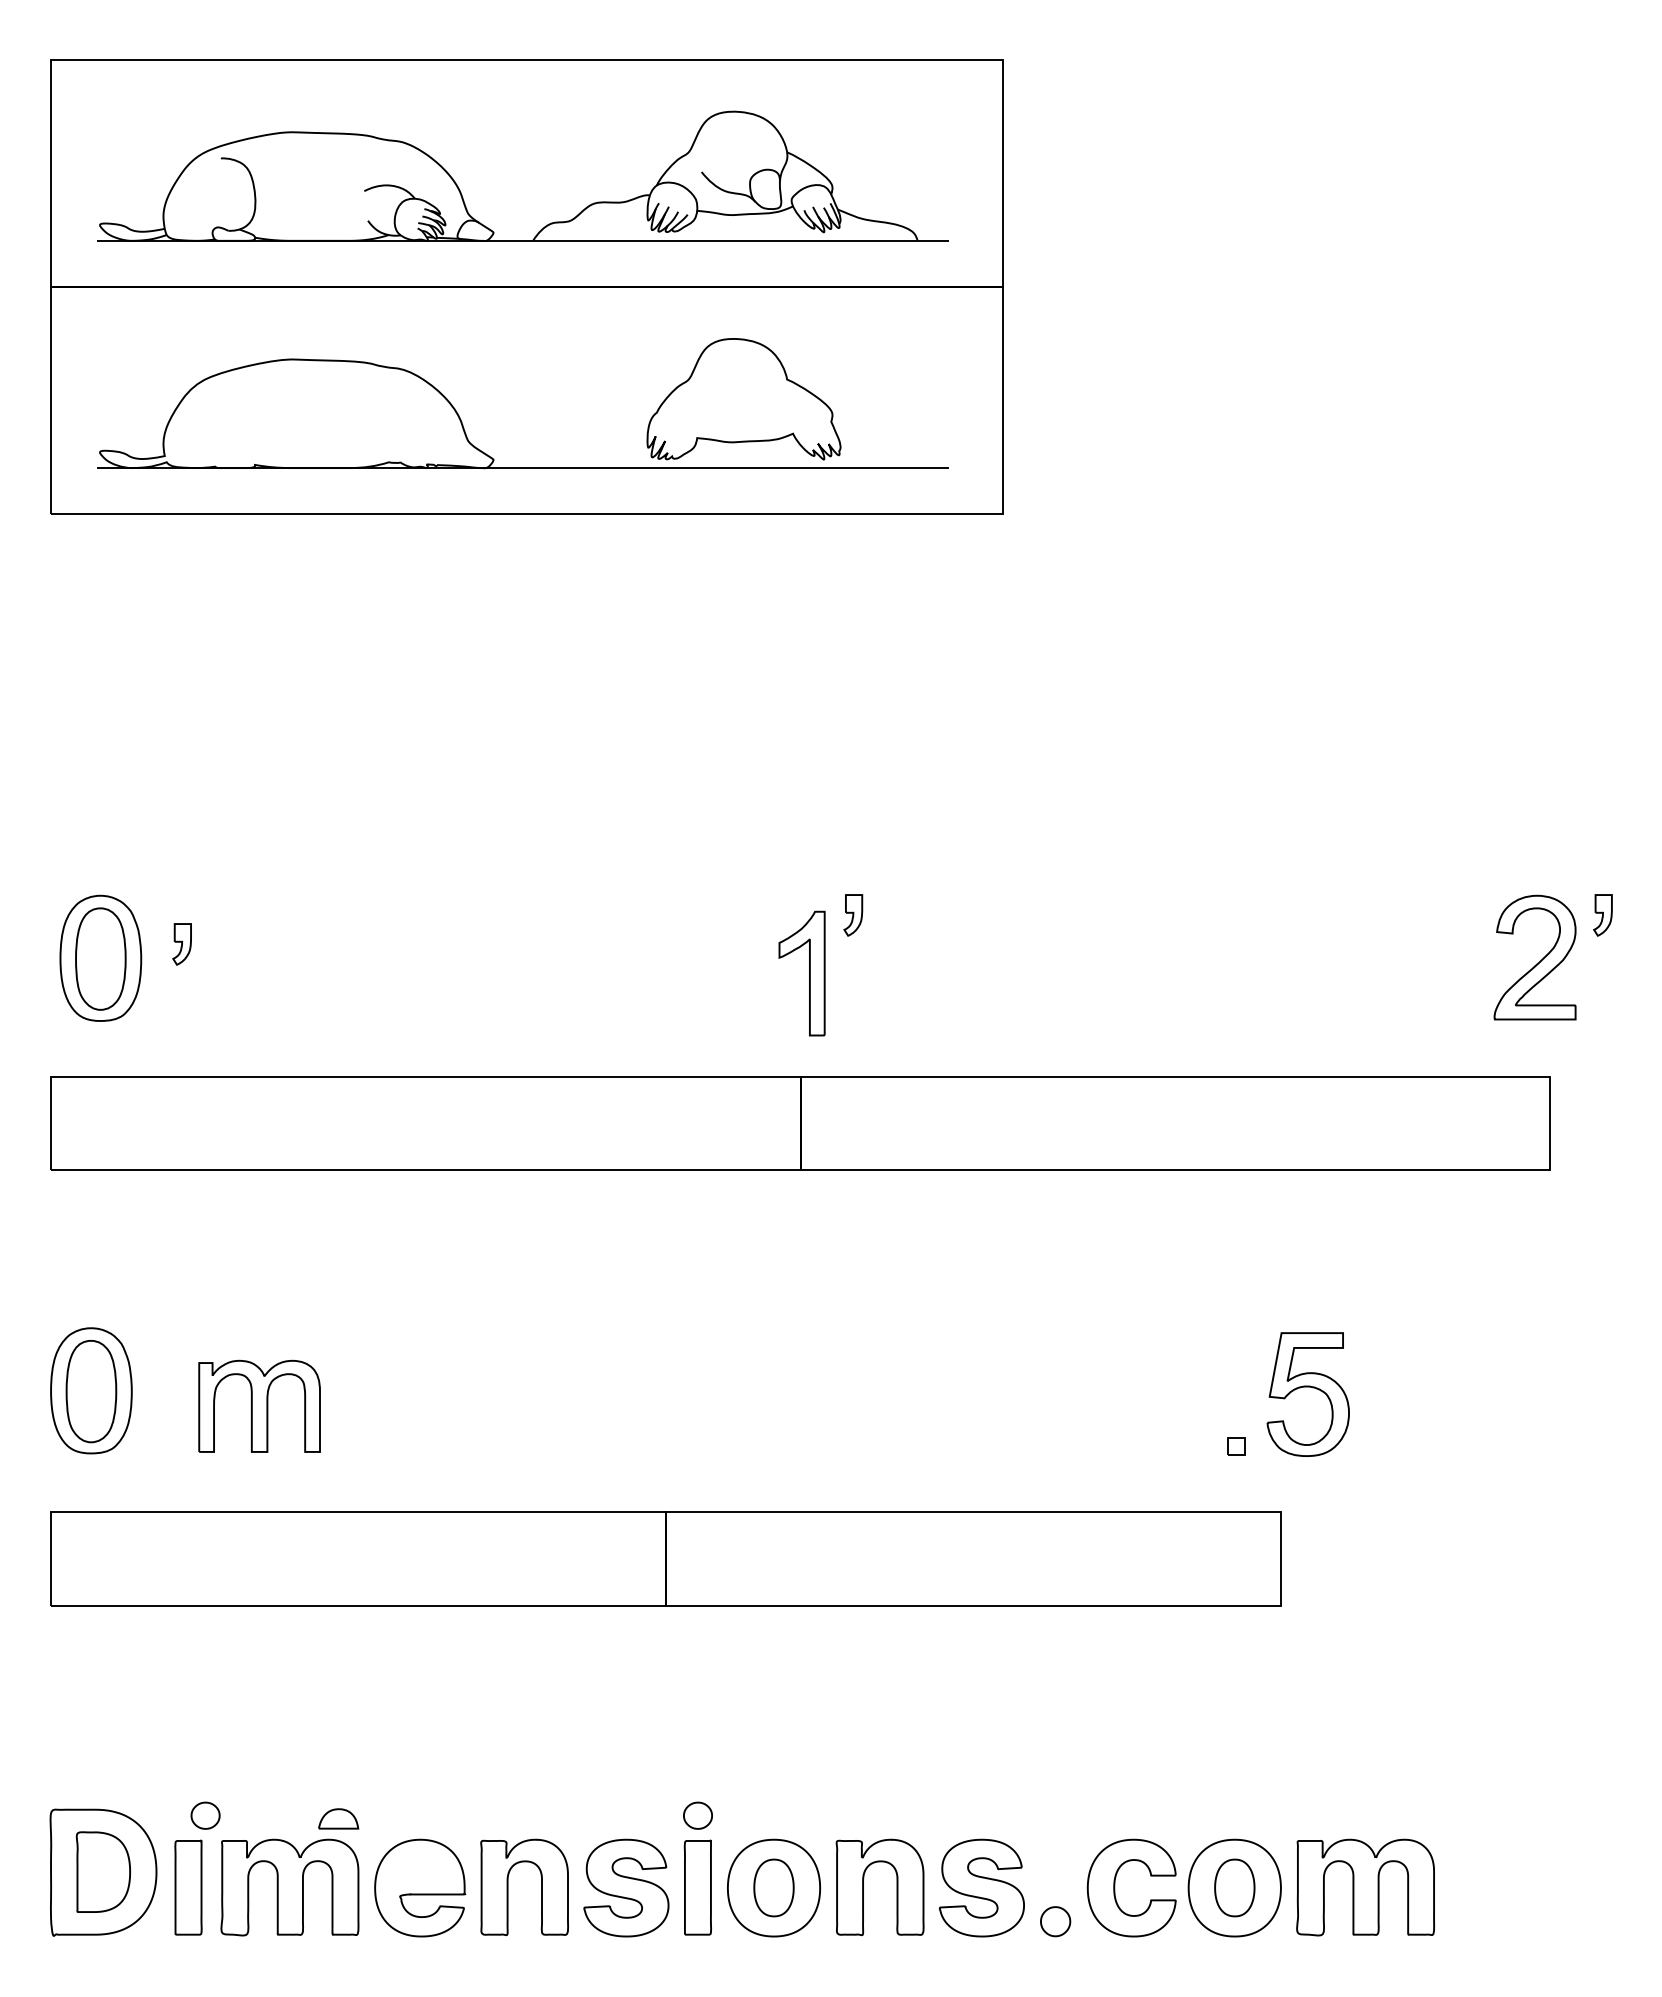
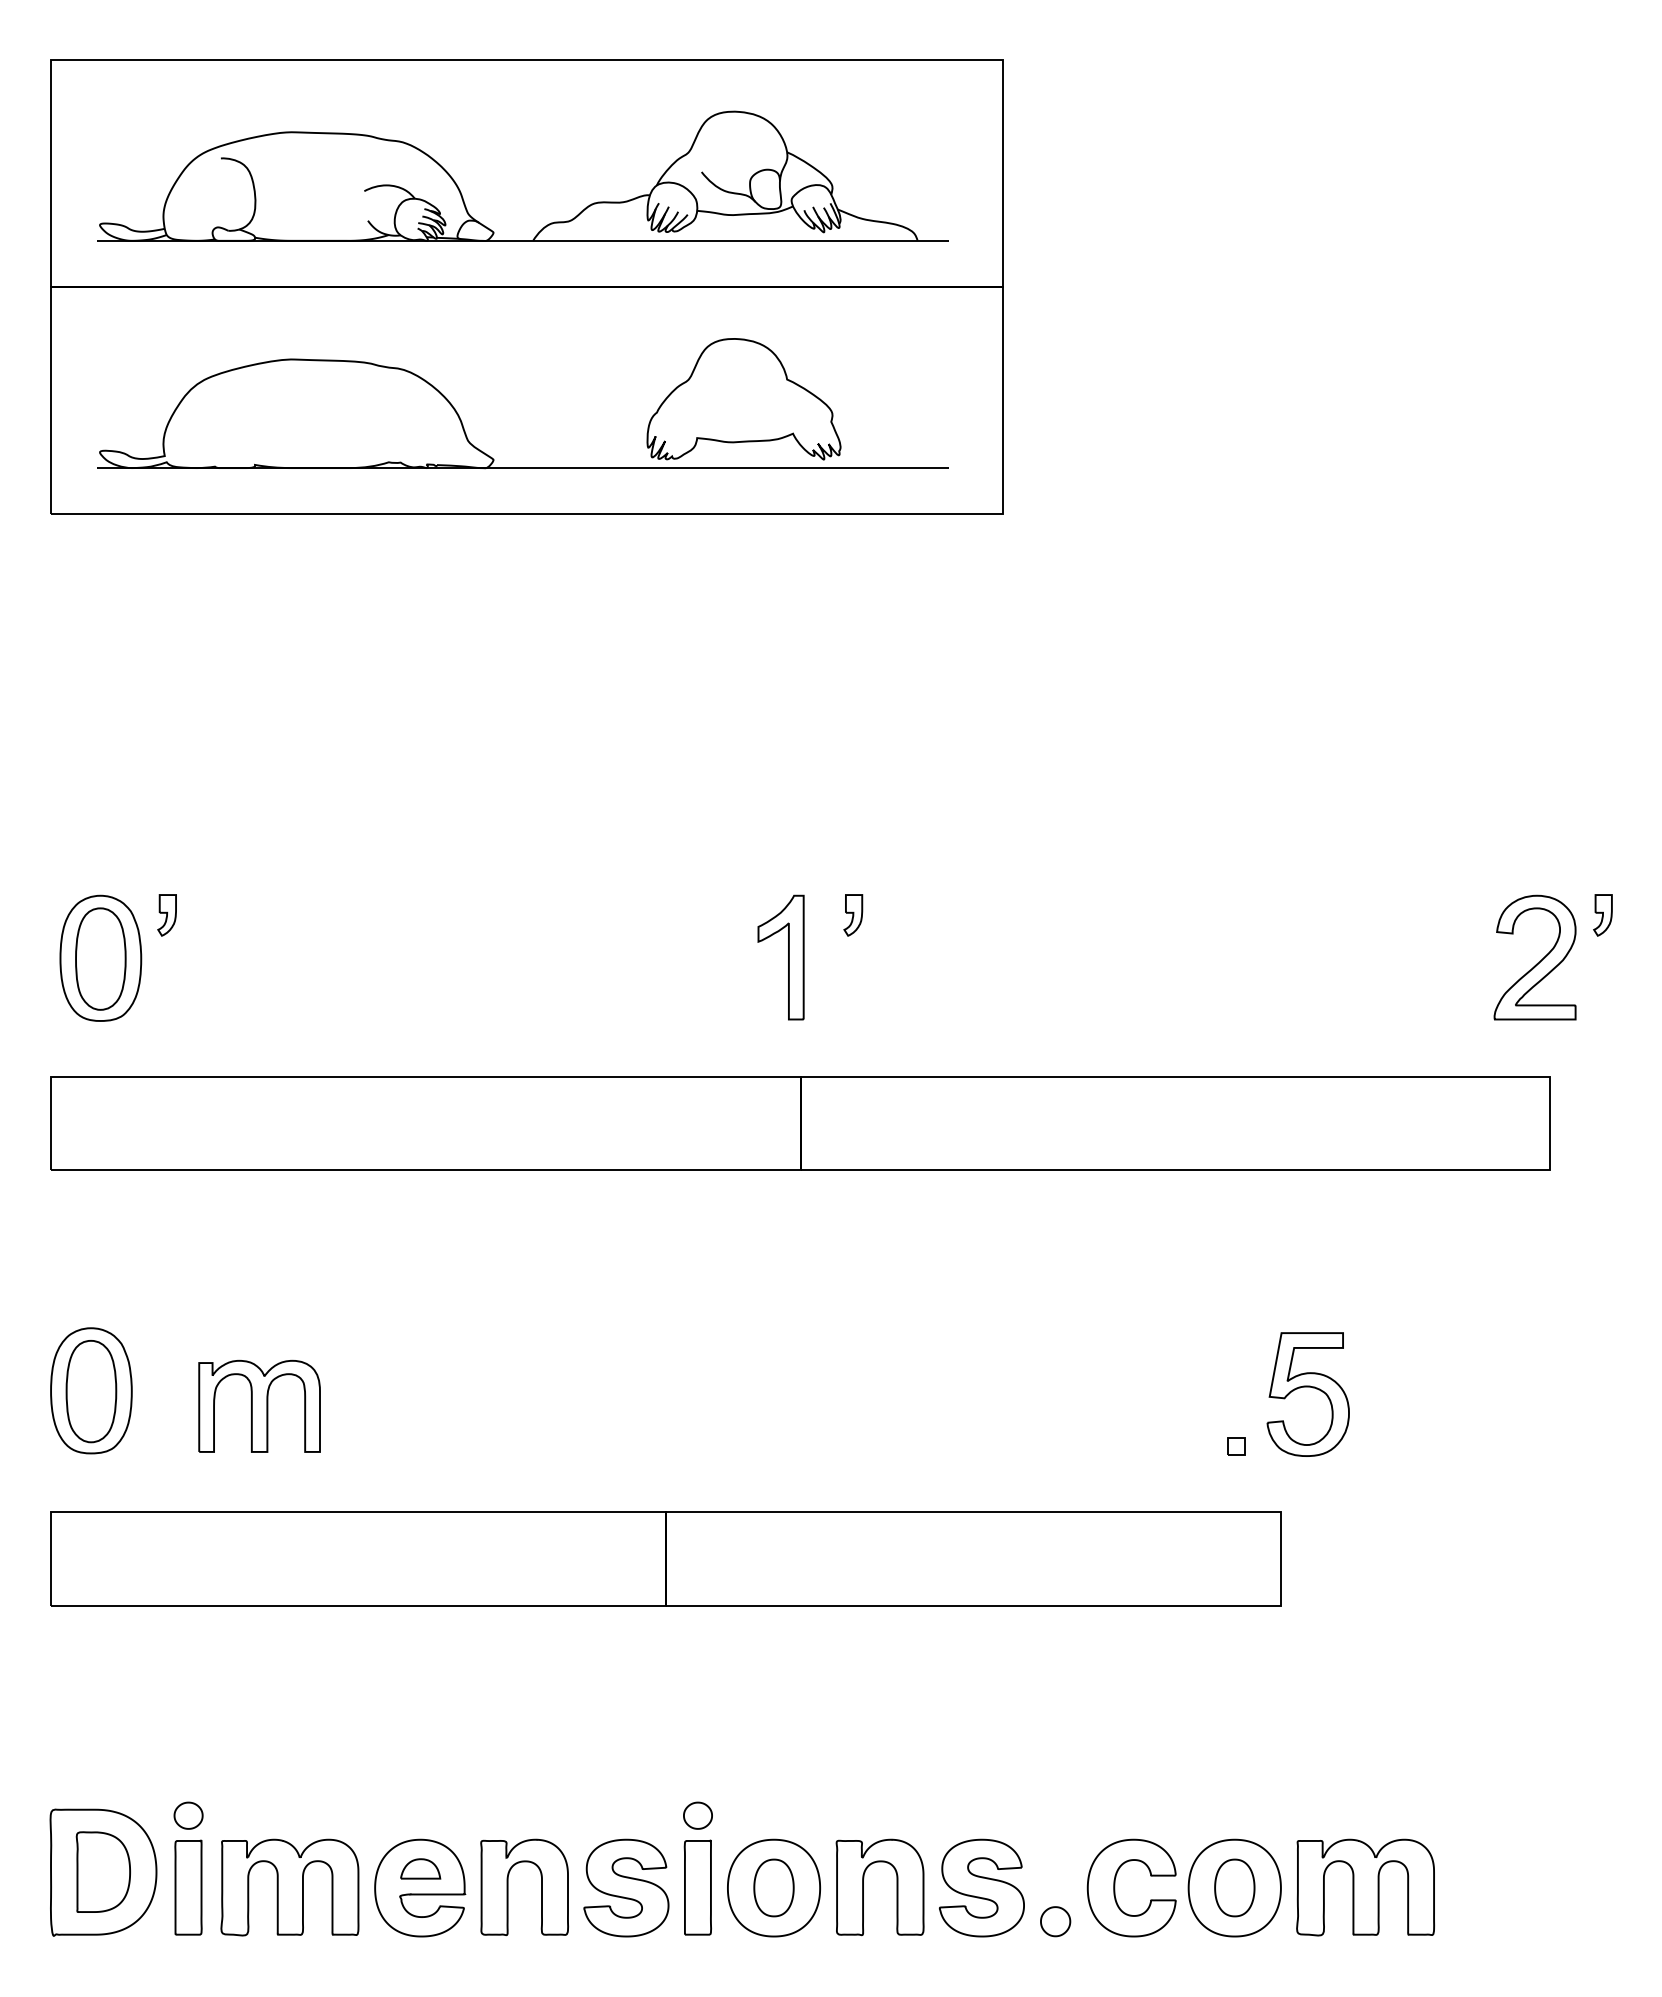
part at (181, 944) position: (181, 944) -> (166, 915)
part at (809, 973) position: (809, 973) -> (788, 957)
part at (205, 1815) position: (205, 1815) -> (188, 1815)
part at (338, 1818) position: (338, 1818) -> (420, 1868)
